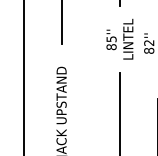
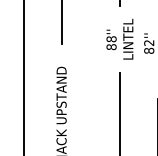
text at (111, 39): 85'' -> 88''
